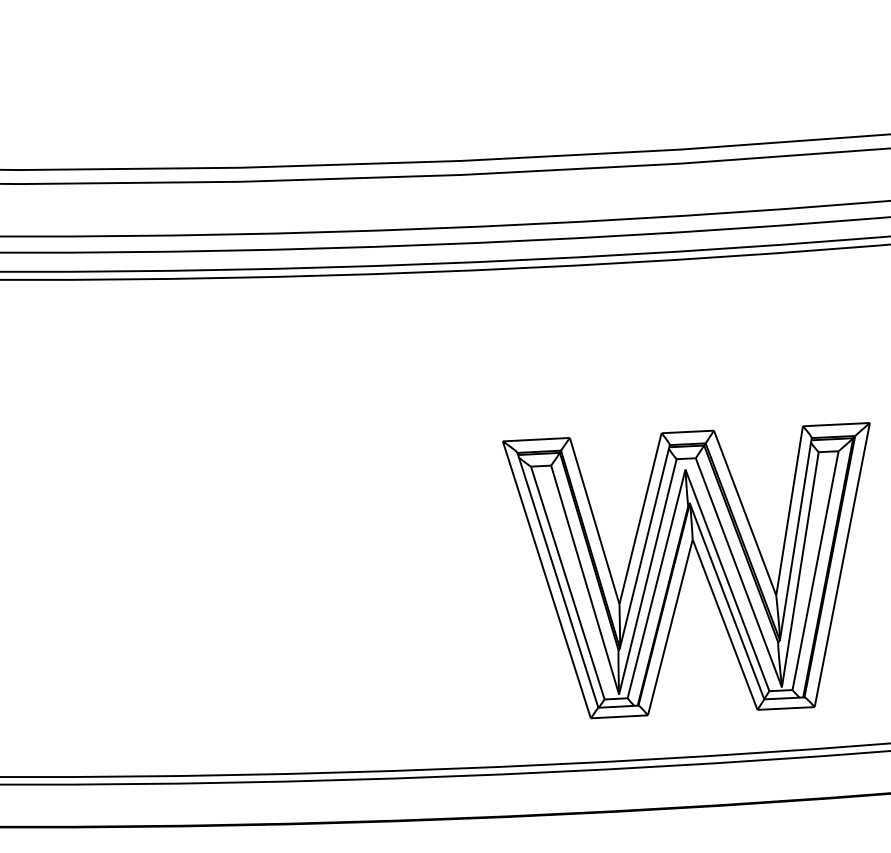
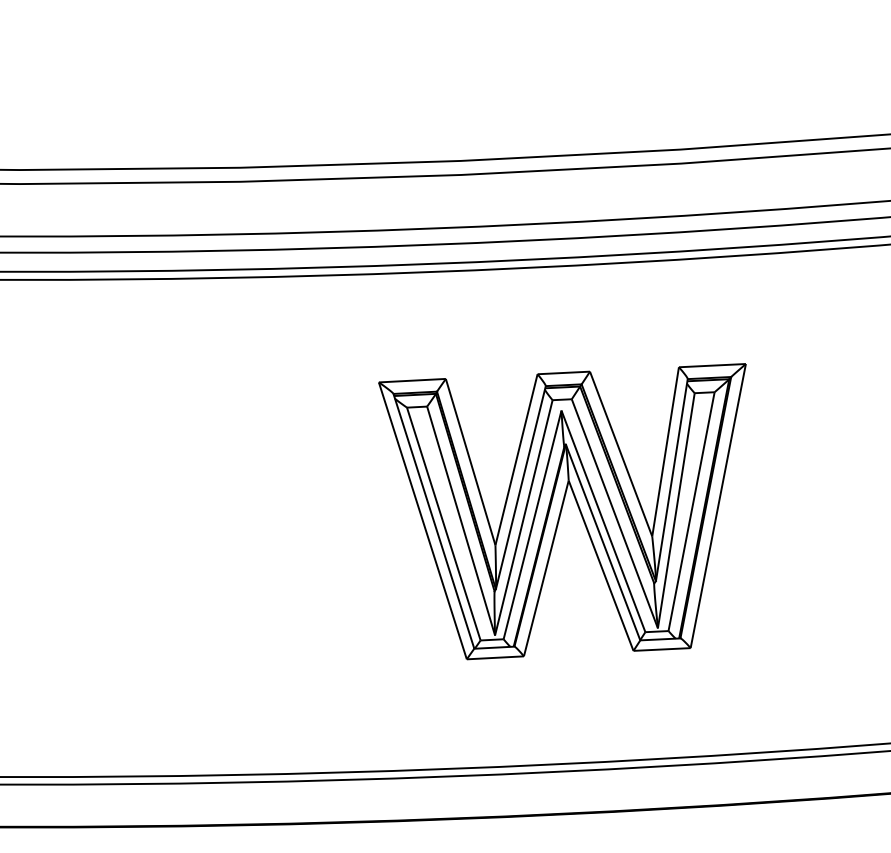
part at (686, 570) position: (686, 570) -> (562, 511)
